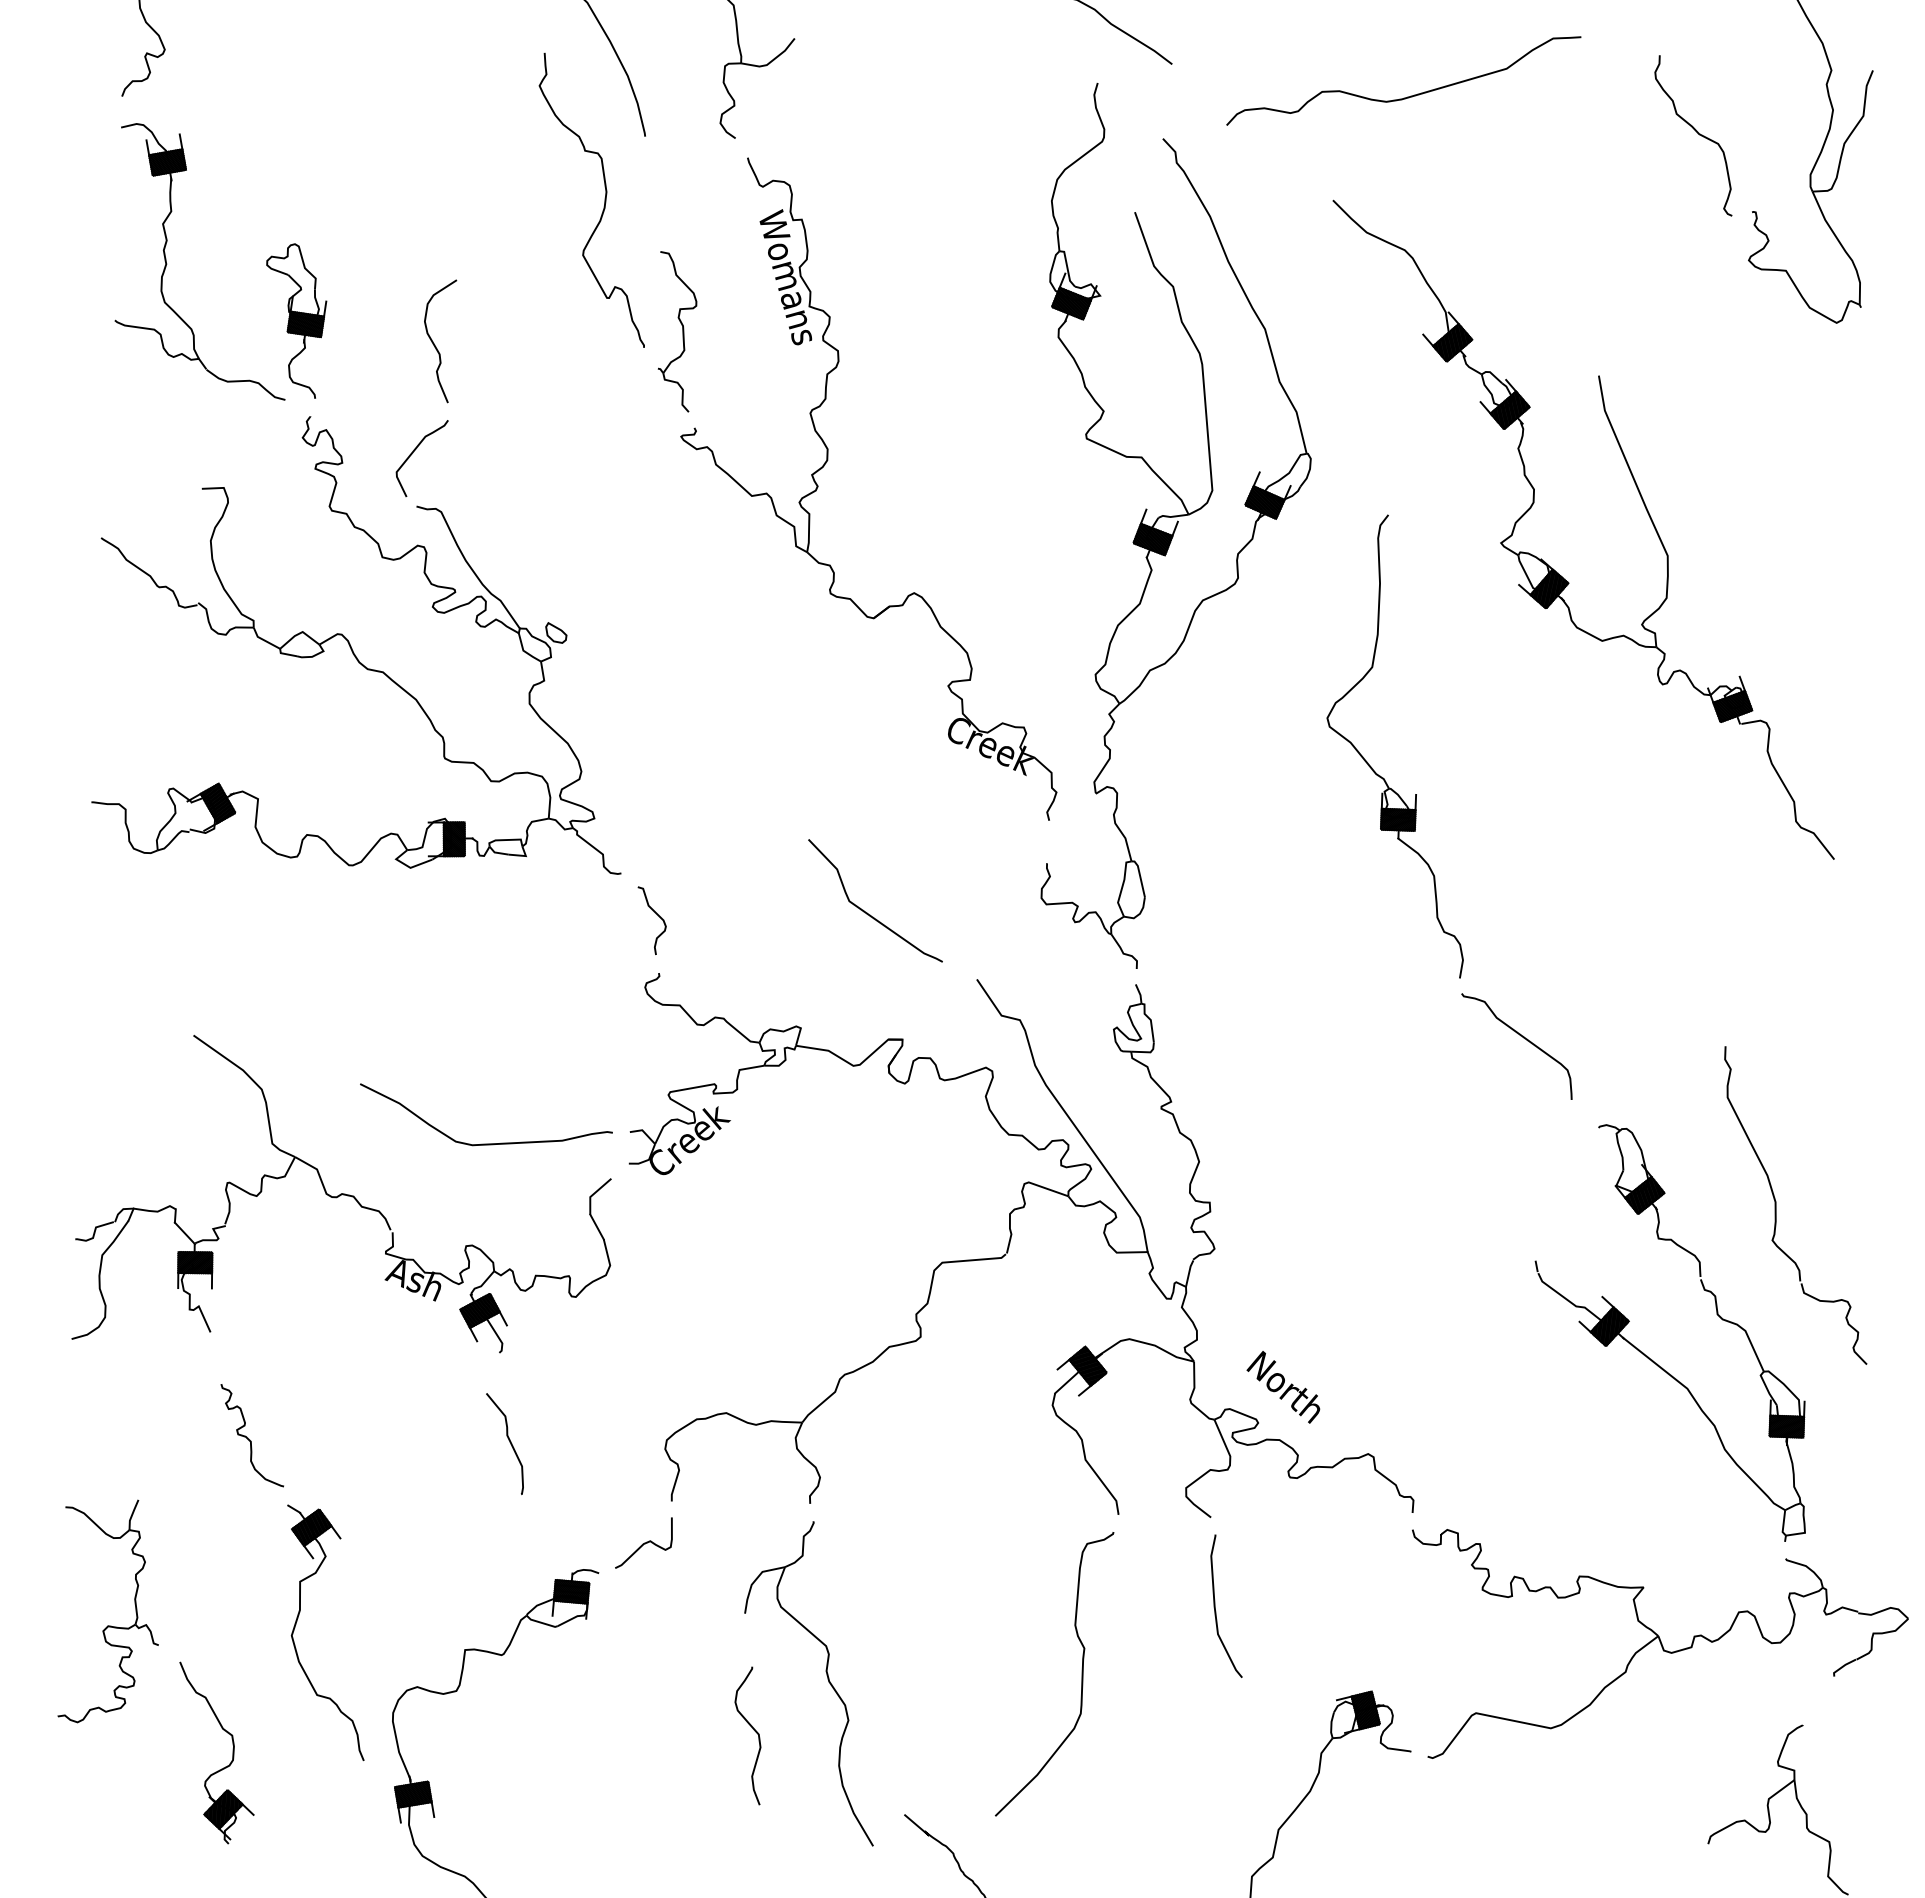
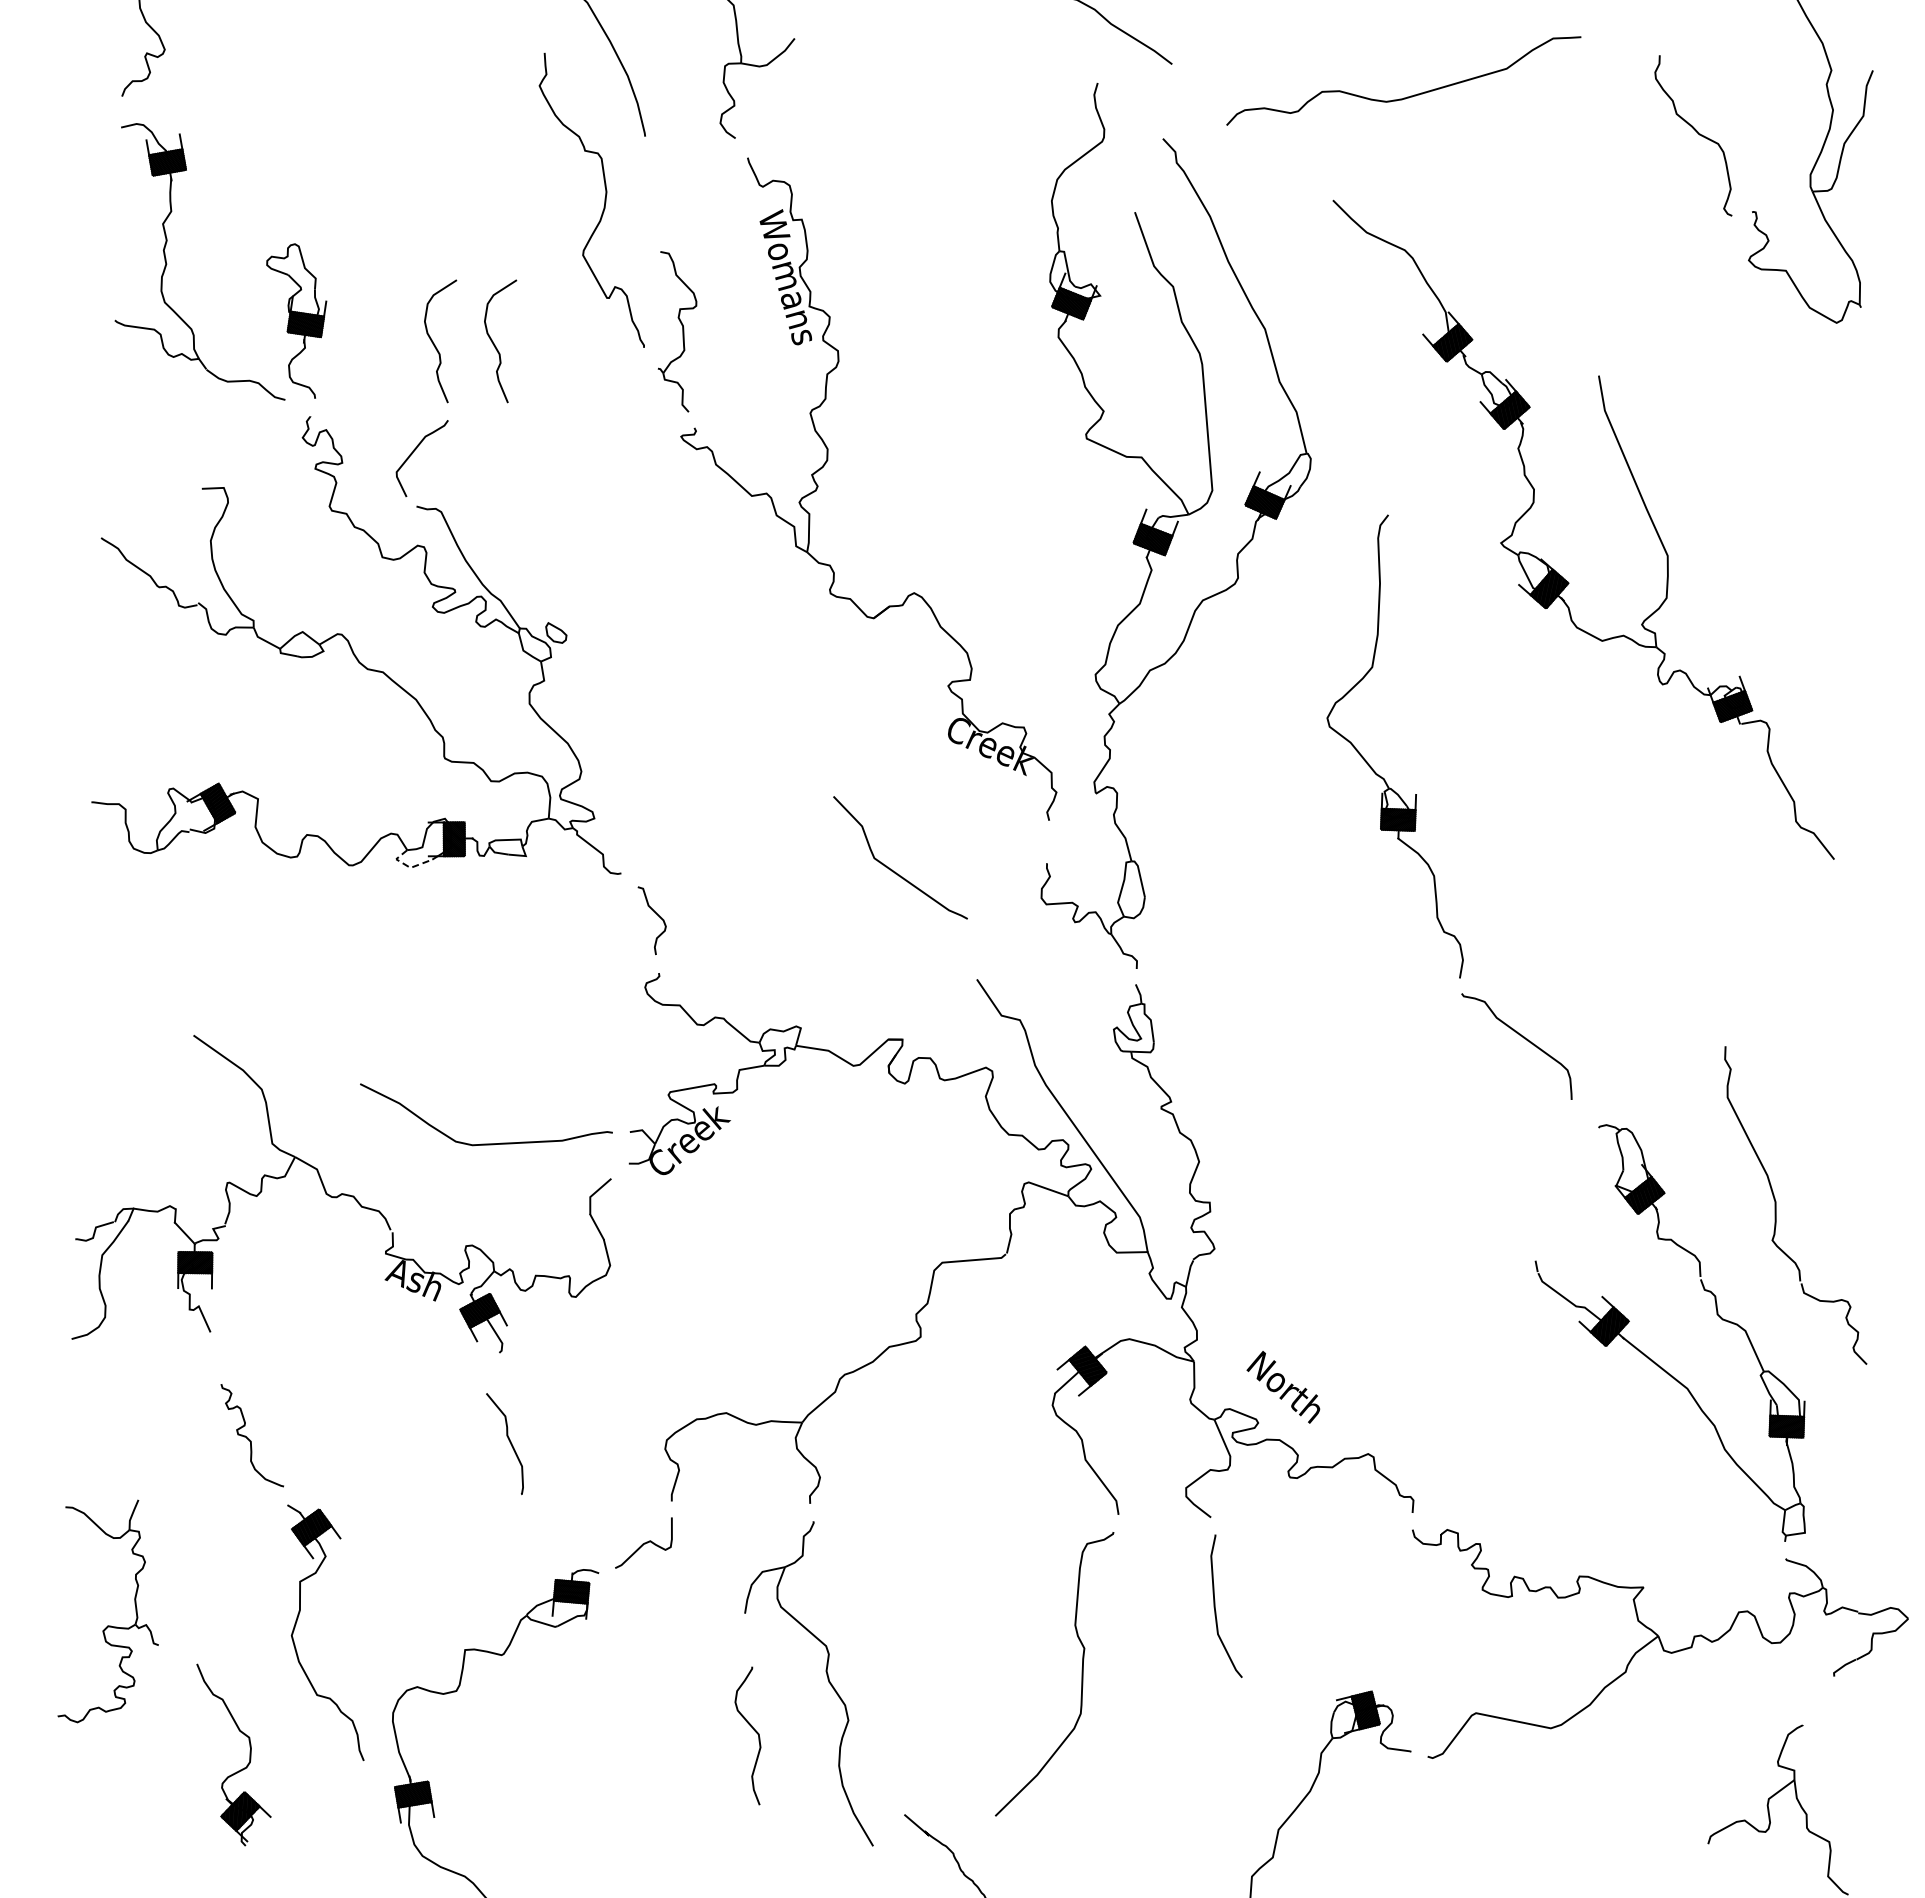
curve at (494, 343): none -> present
line at (407, 865): solid -> dashed
curve at (867, 912) position: (867, 912) -> (892, 869)
part at (232, 1752) position: (232, 1752) -> (249, 1754)
